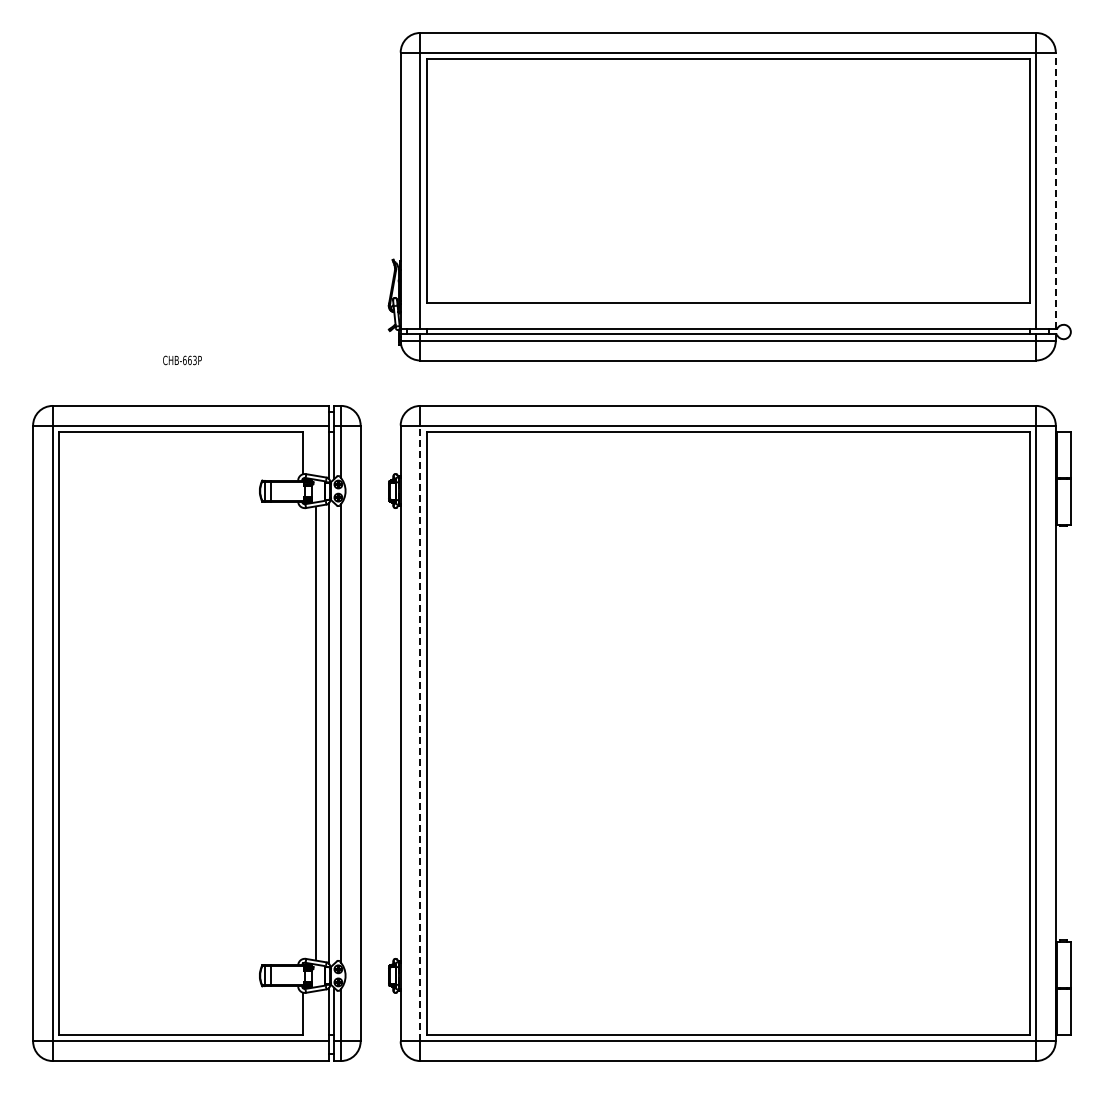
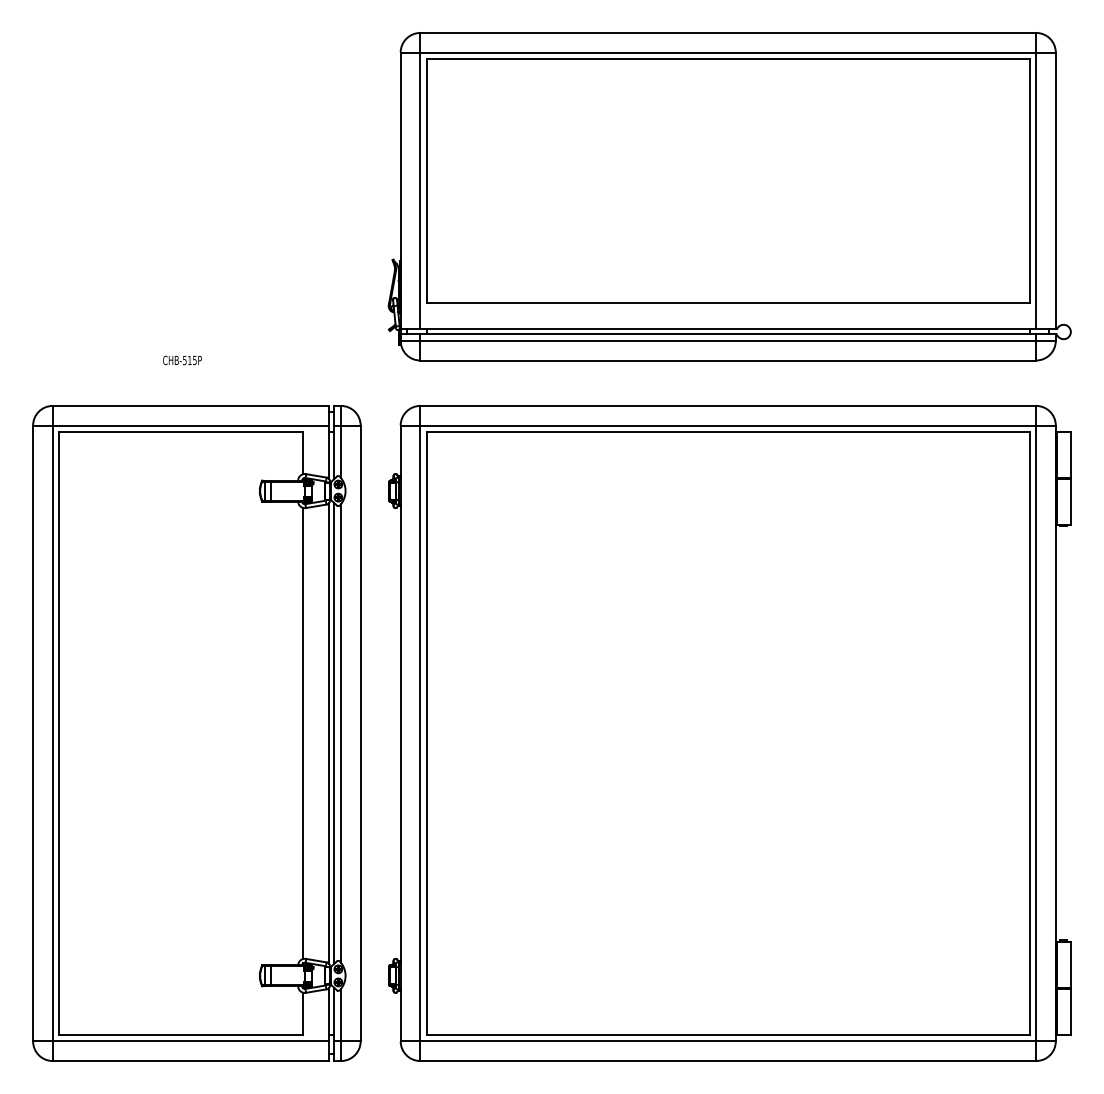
line at (1055, 190): dashed -> solid
text at (189, 359): CHB-663P -> CHB-515P
line at (316, 733) position: (316, 733) -> (303, 733)
line at (334, 733): none -> present
line at (420, 733): dashed -> solid
